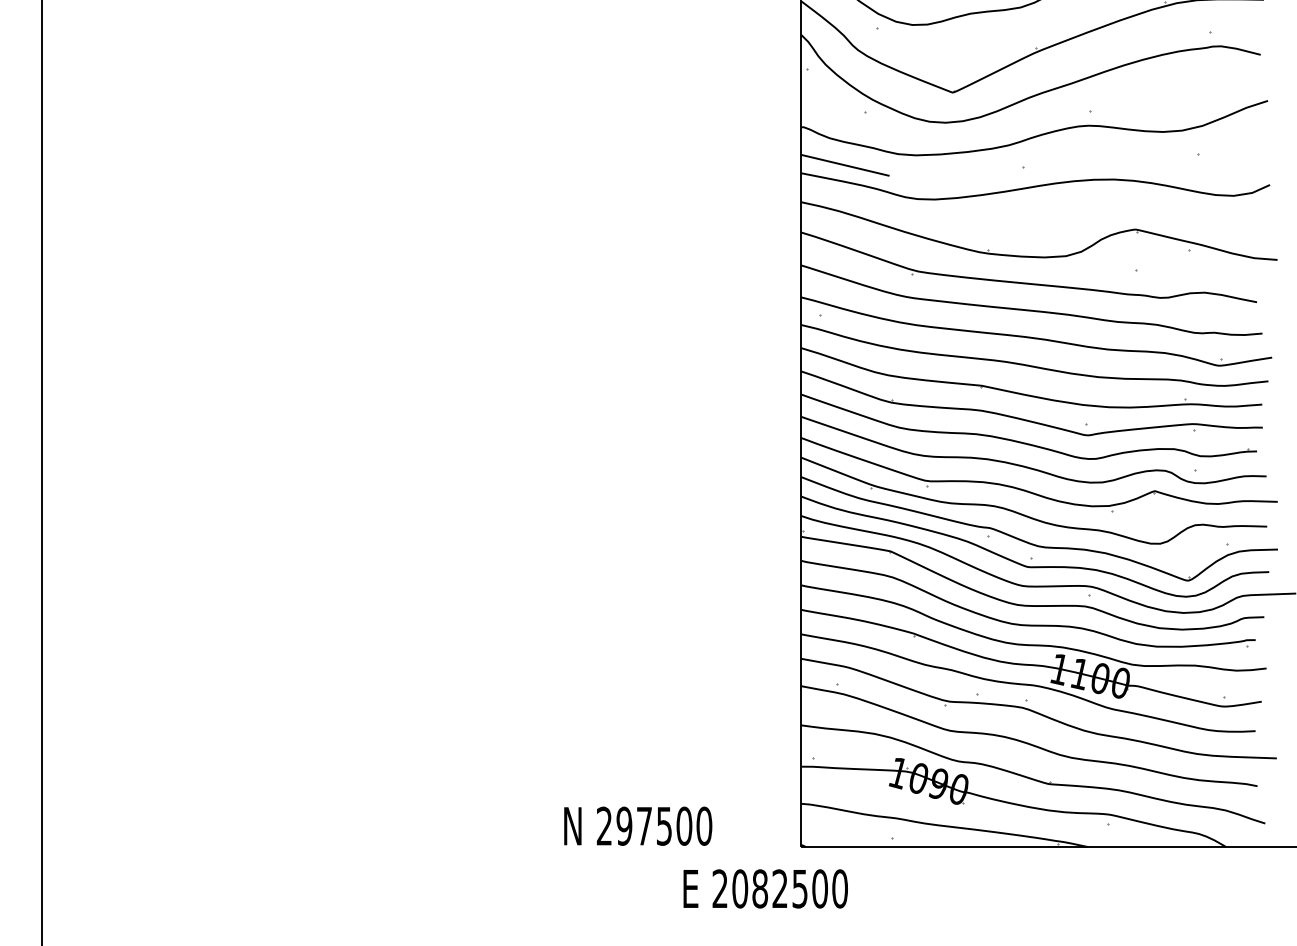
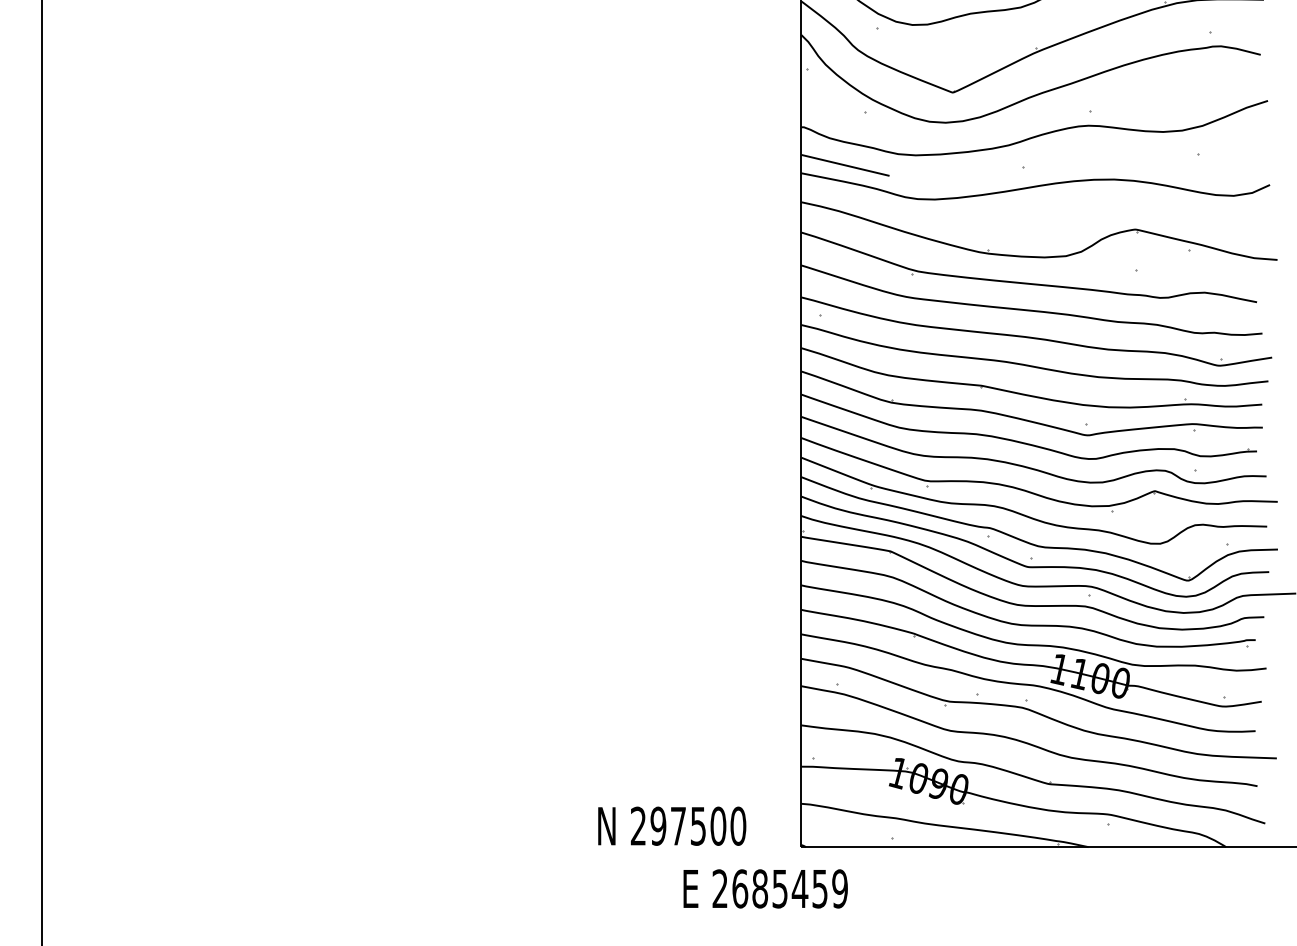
text at (638, 825) position: (638, 825) -> (672, 825)
text at (789, 888): 2082500 -> 2685459
